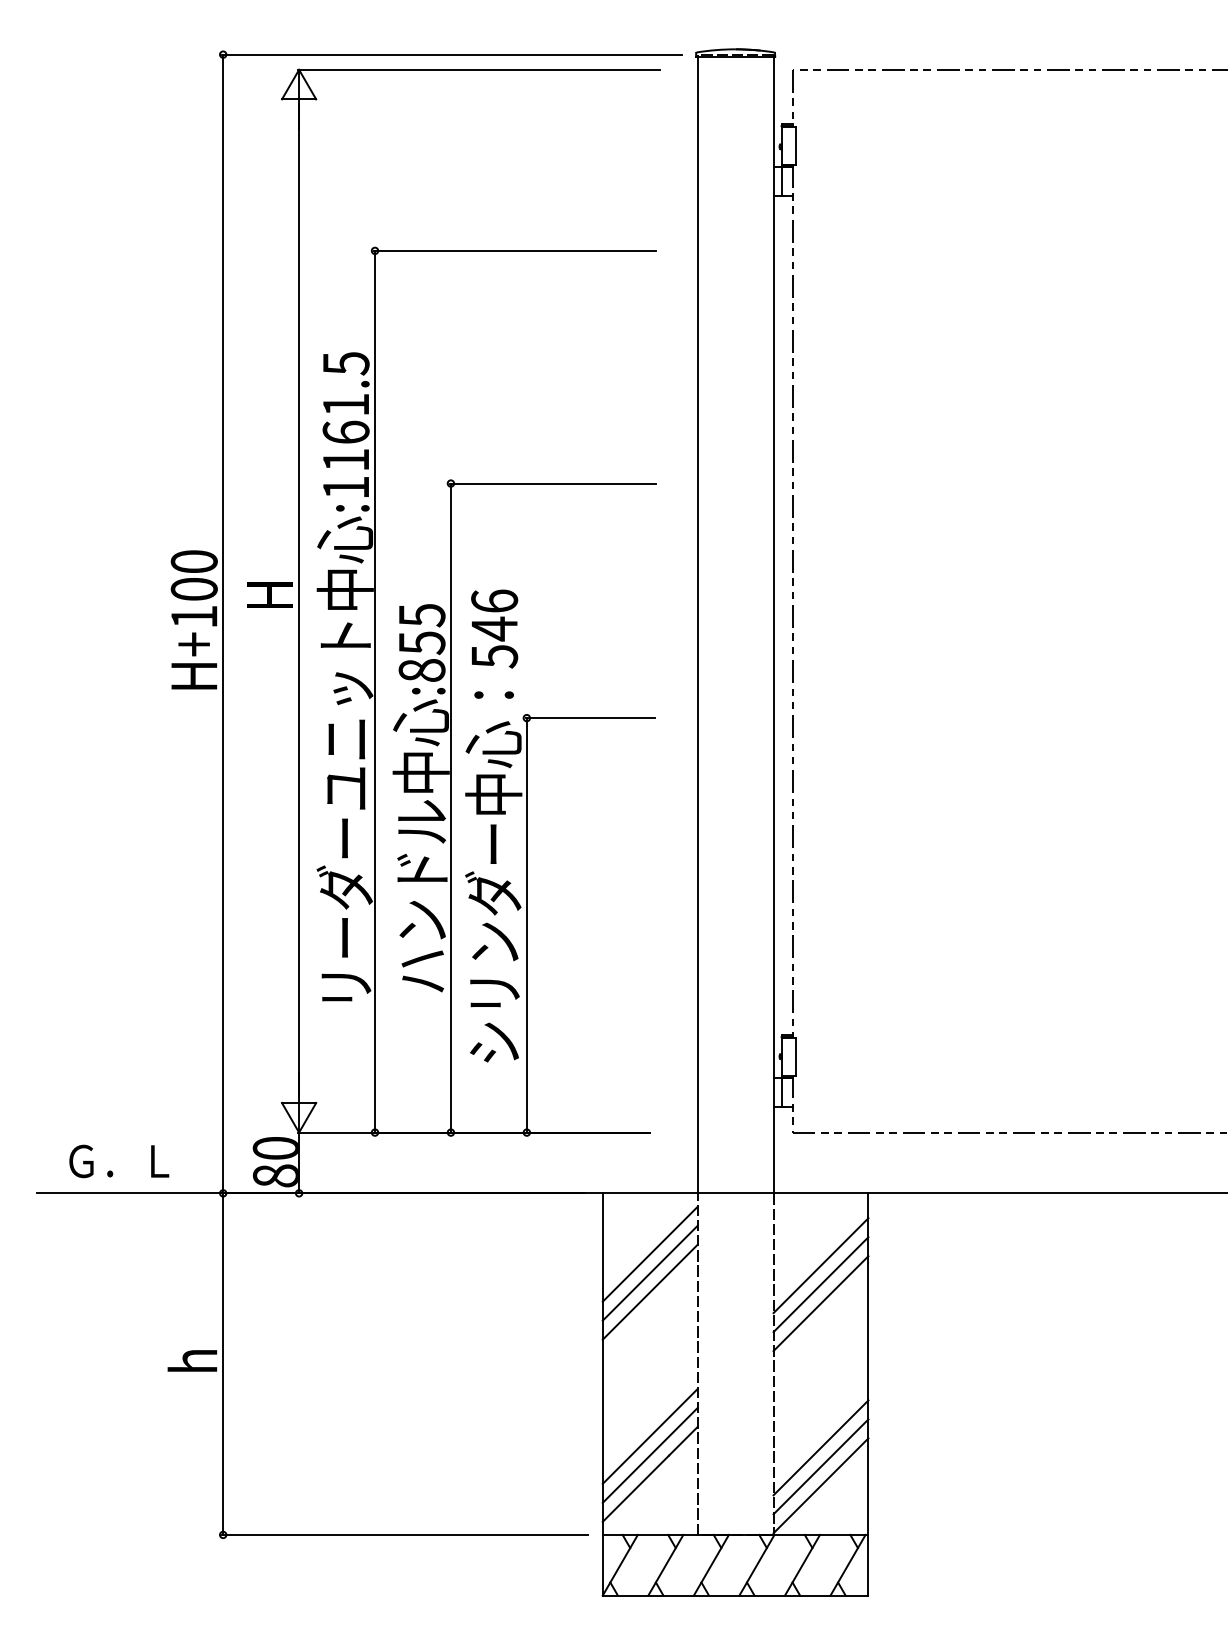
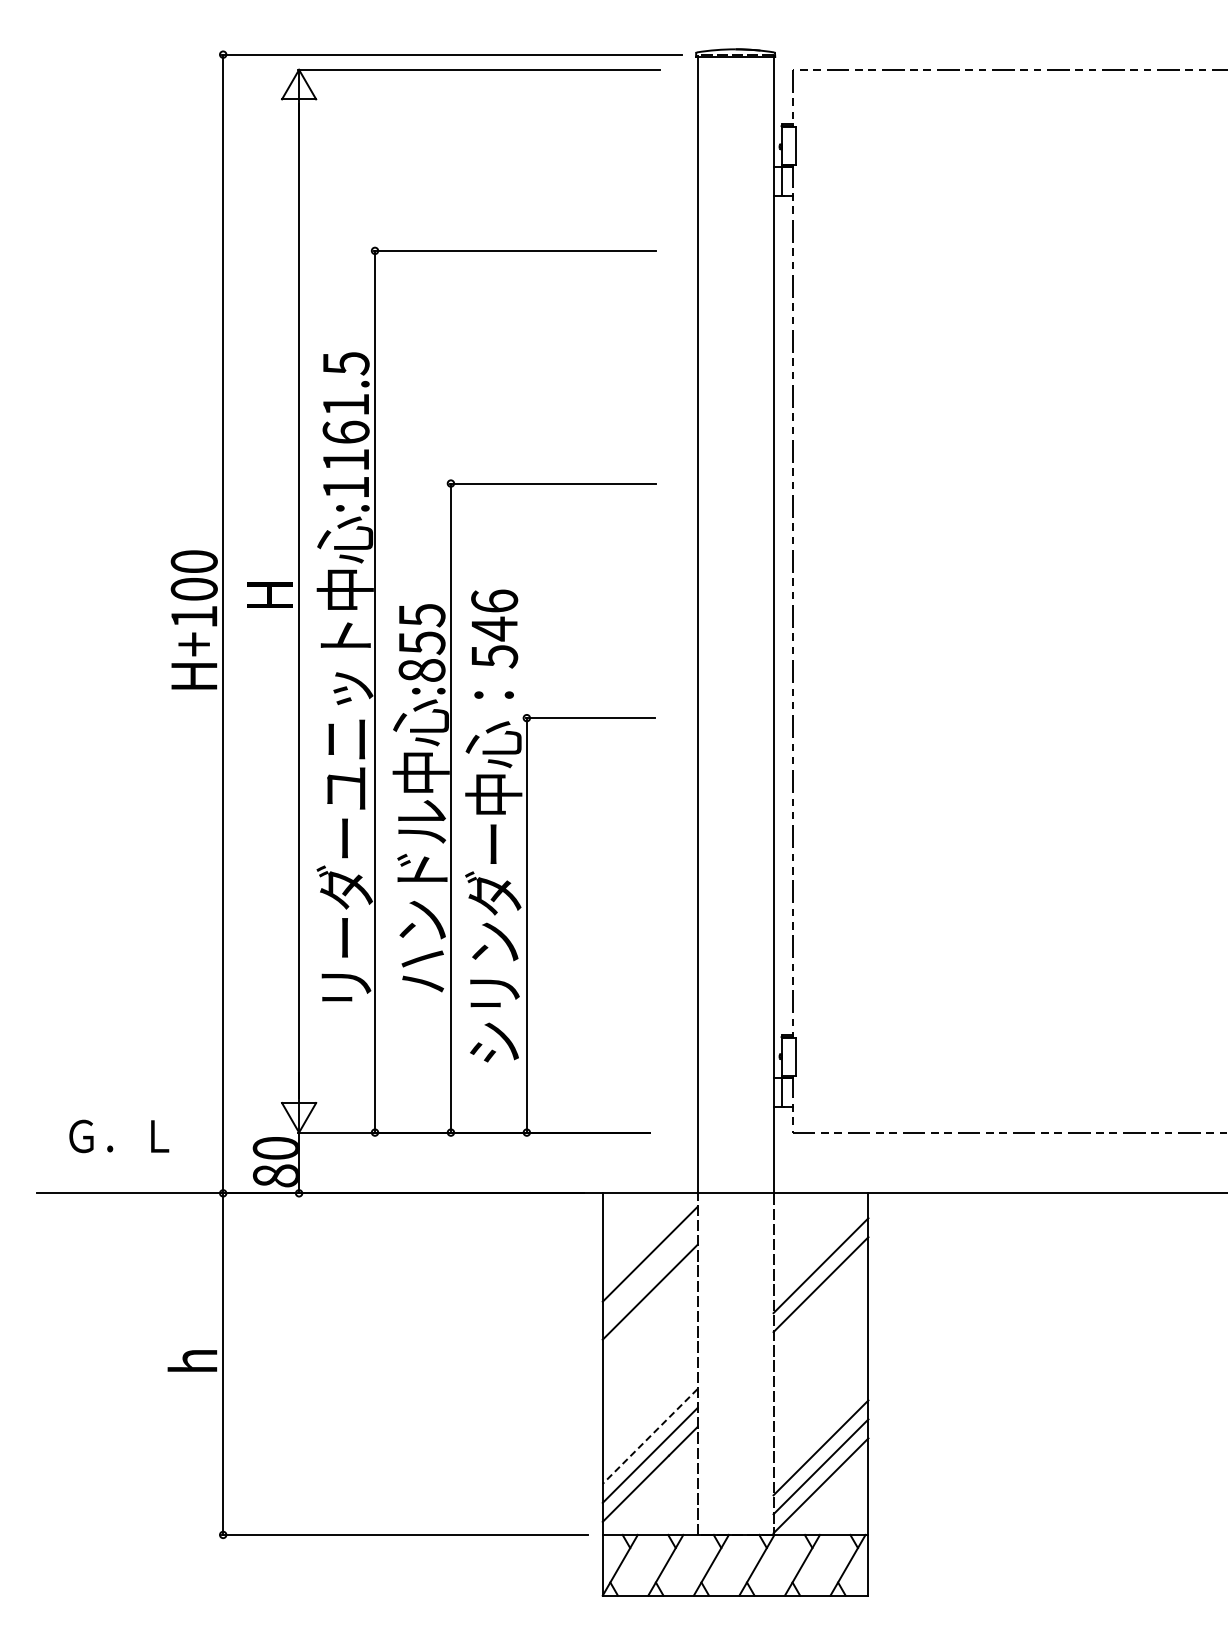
text at (119, 1161) position: (119, 1161) -> (119, 1136)
line at (649, 1272): present -> none
line at (820, 1303): present -> none
line at (649, 1436): solid -> dashed
